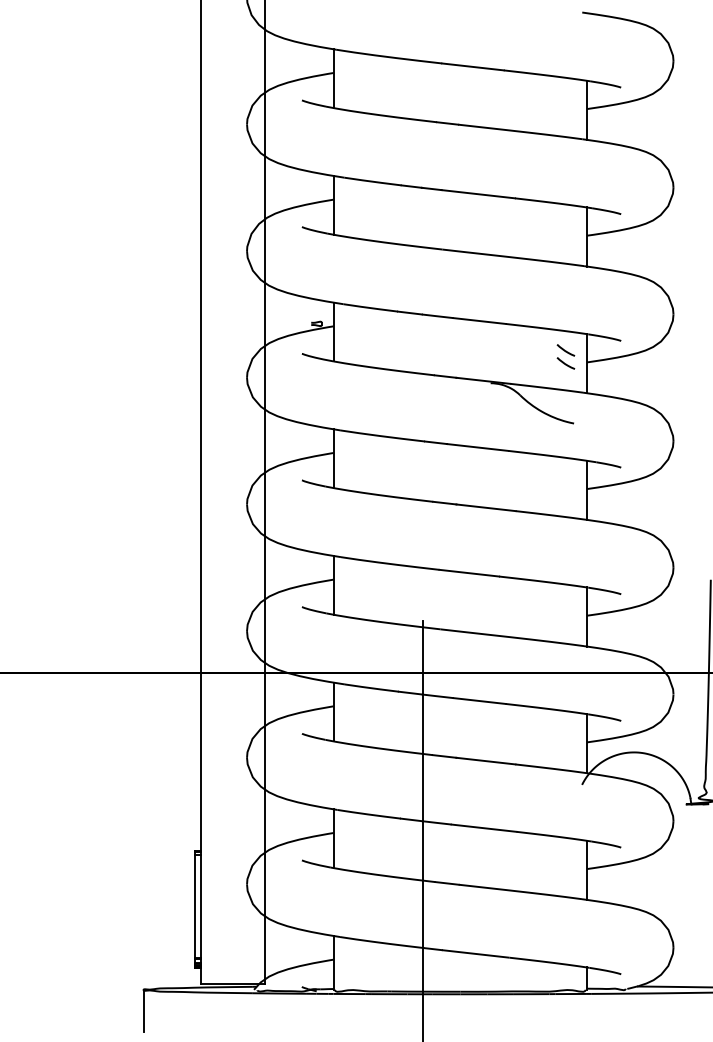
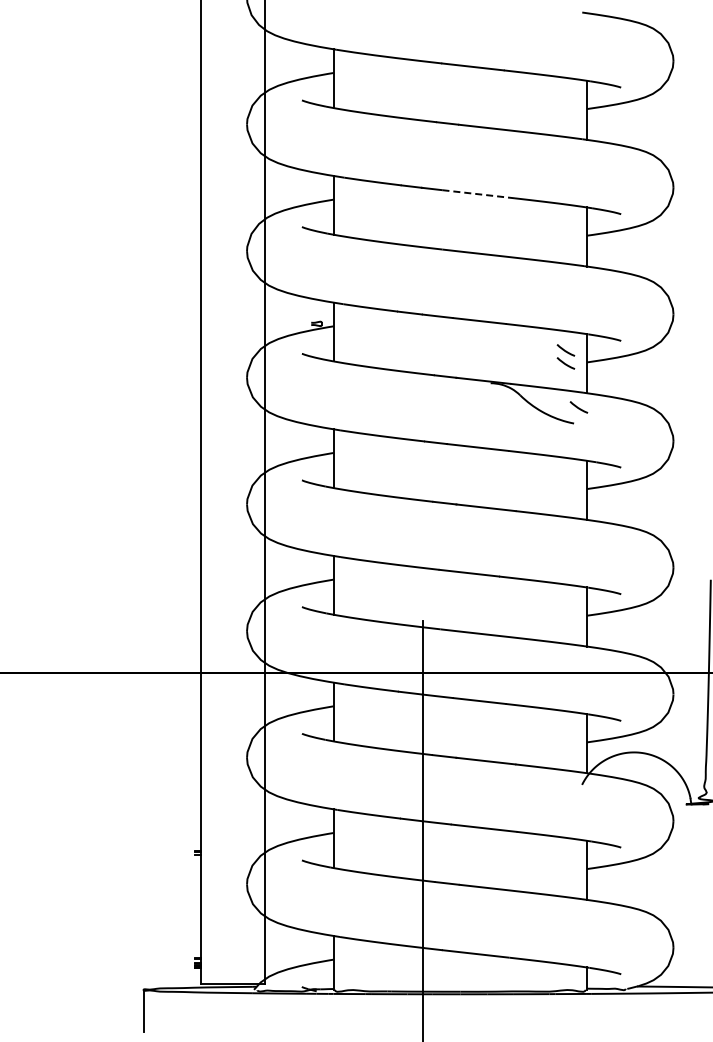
line at (478, 194): solid -> dashed
line at (578, 407): none -> present
line at (195, 908): present -> none
